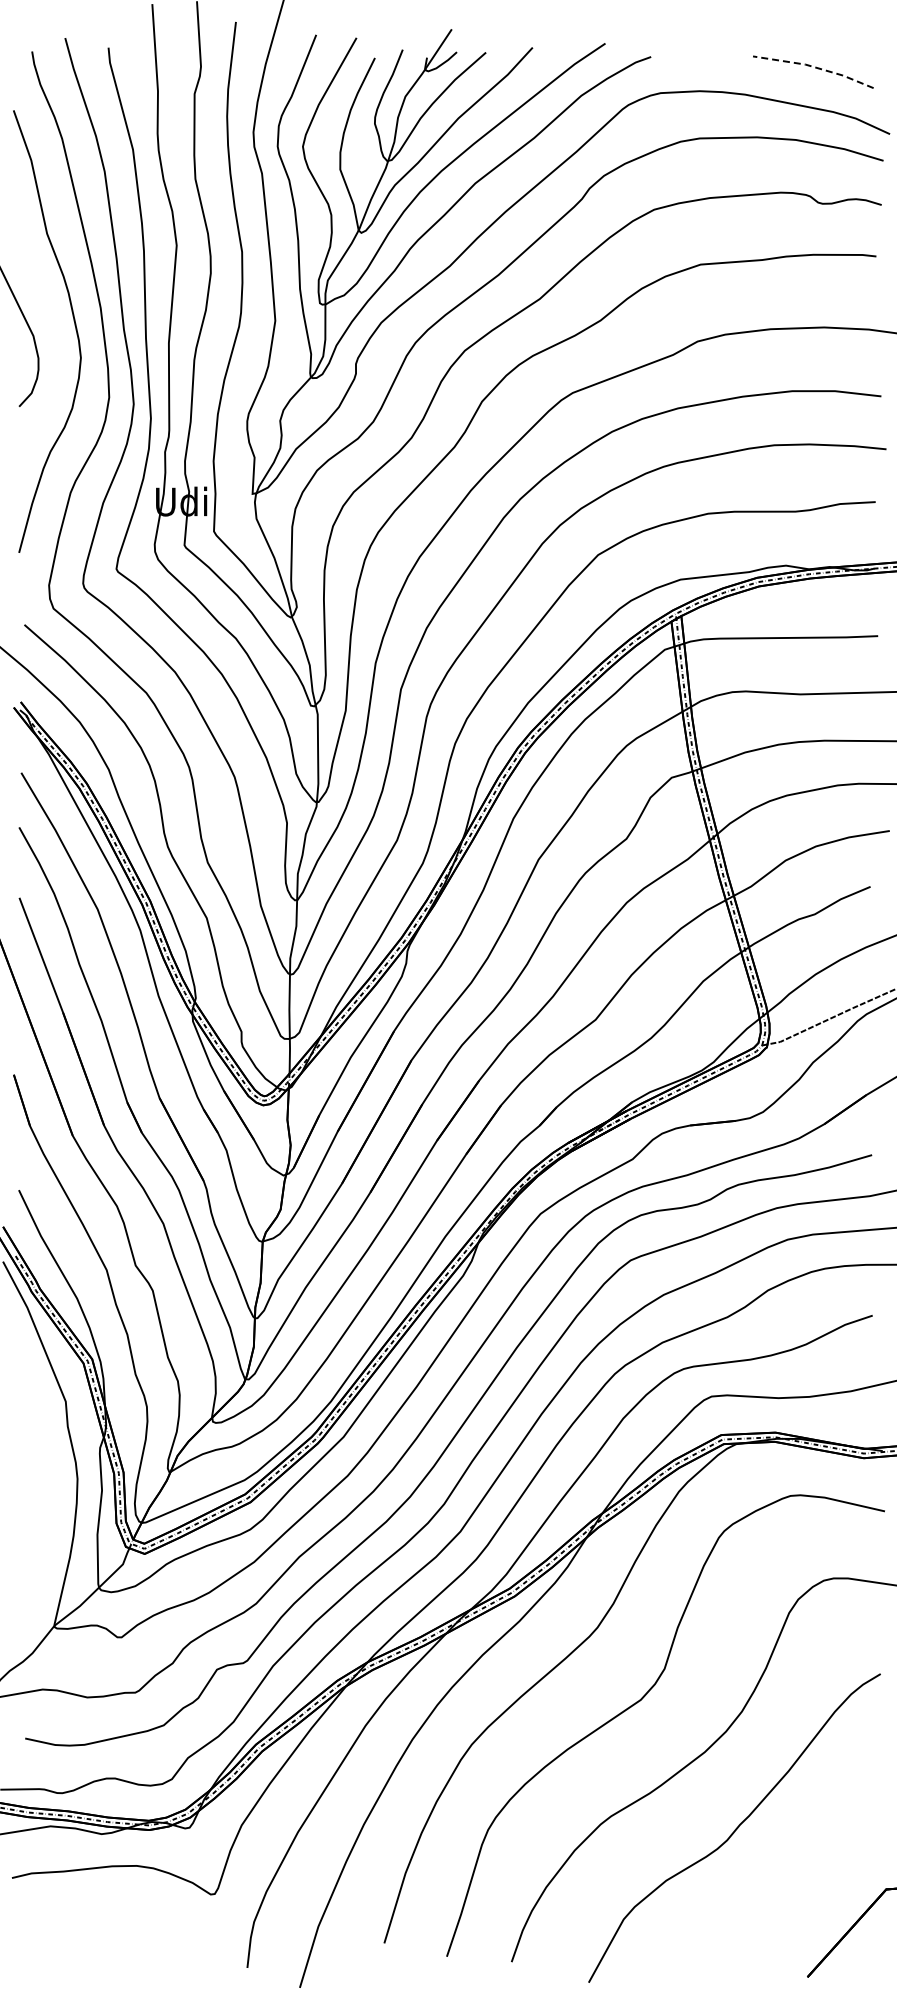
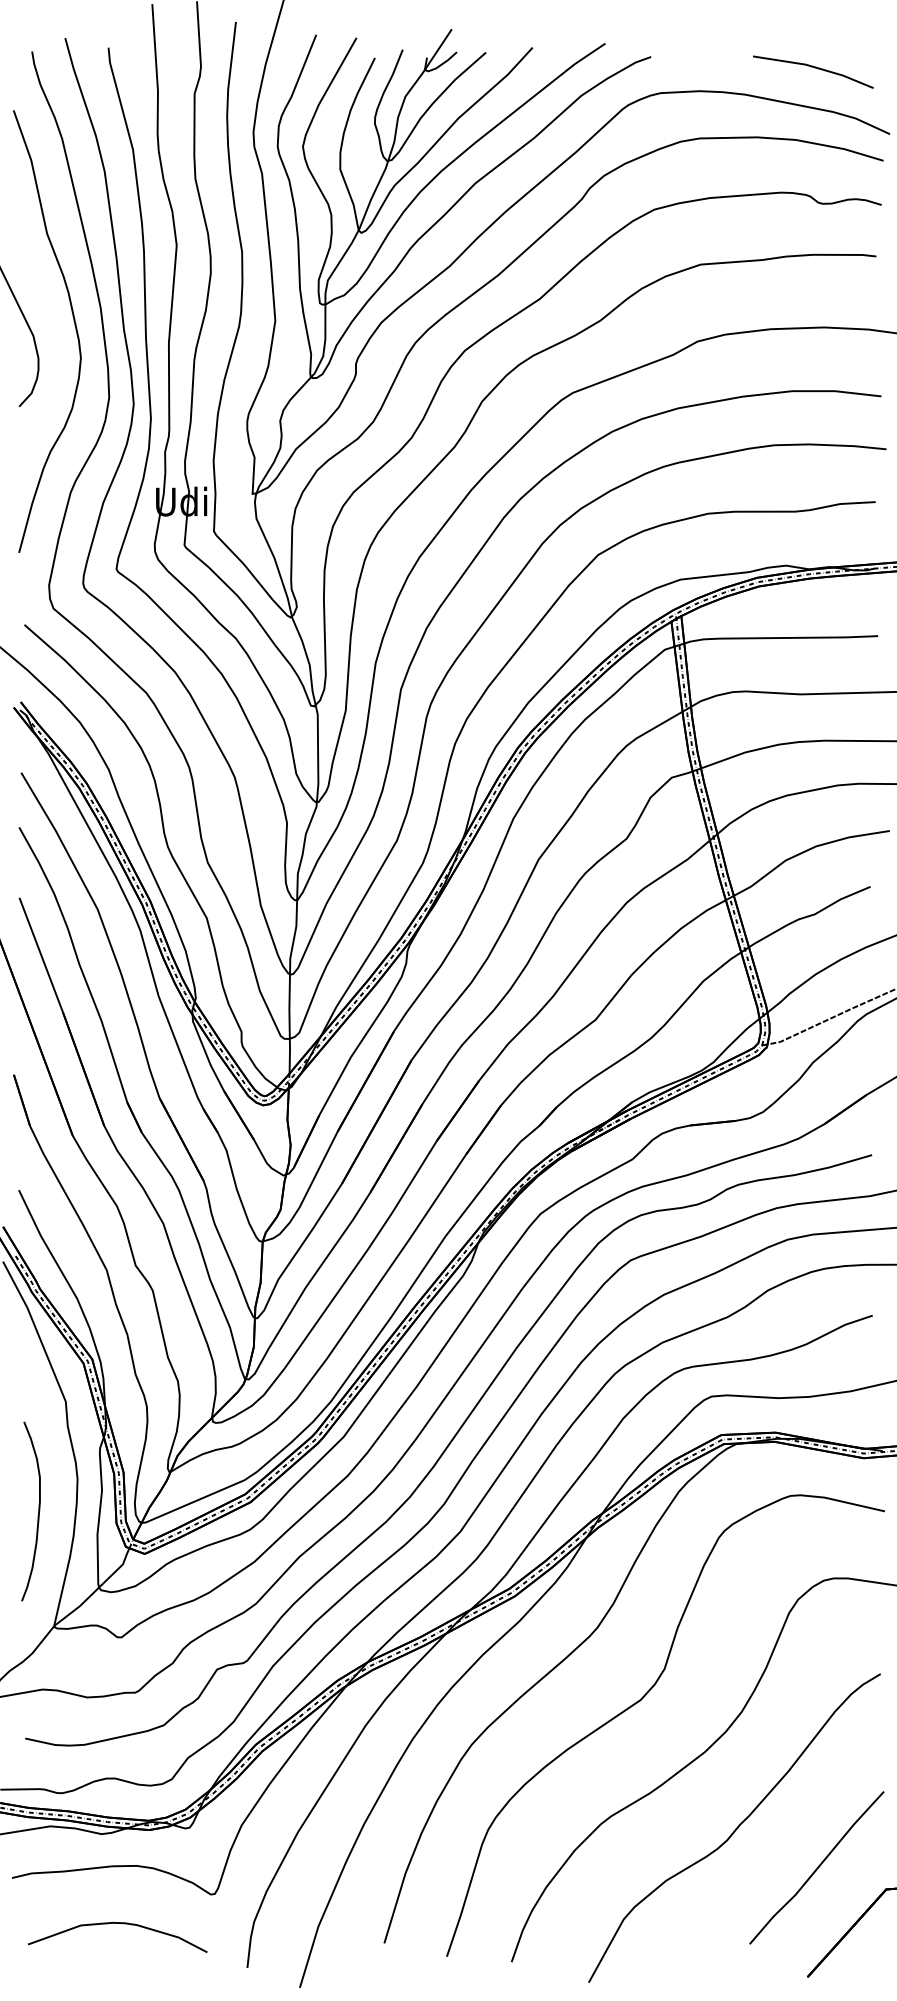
line at (814, 67): dashed -> solid
curve at (38, 1511): none -> present
line at (817, 1867): none -> present
curve at (122, 1924): none -> present
